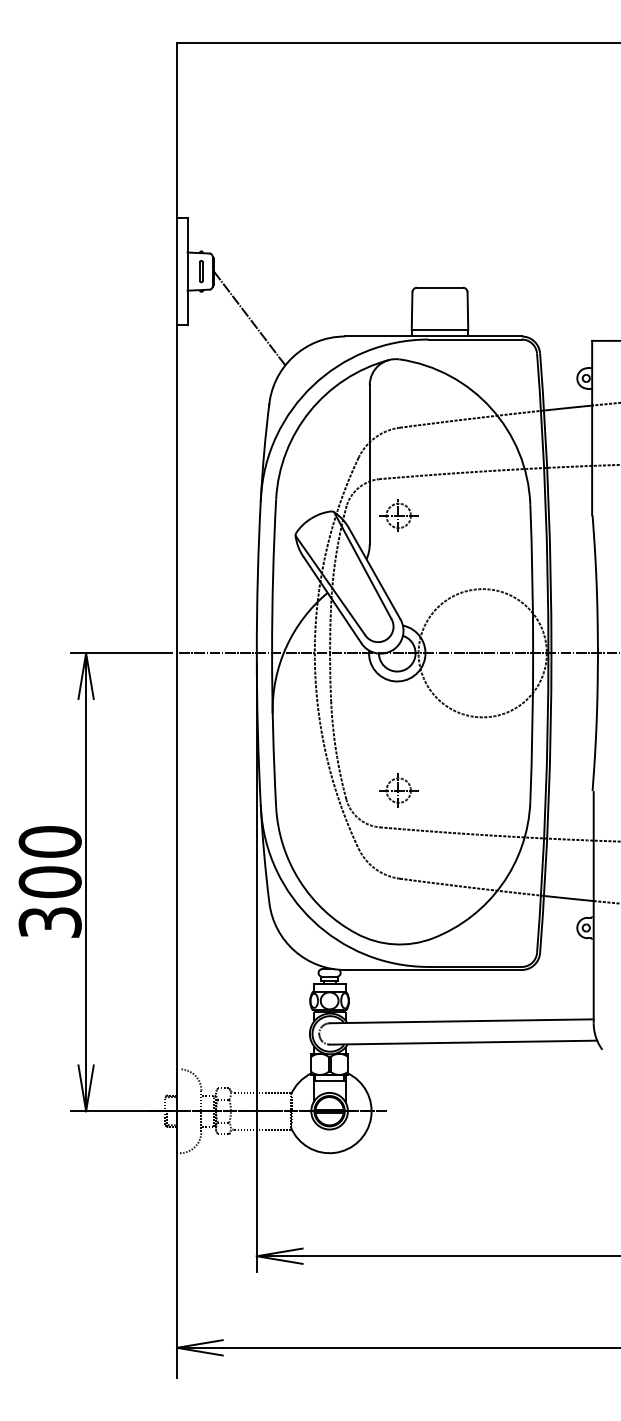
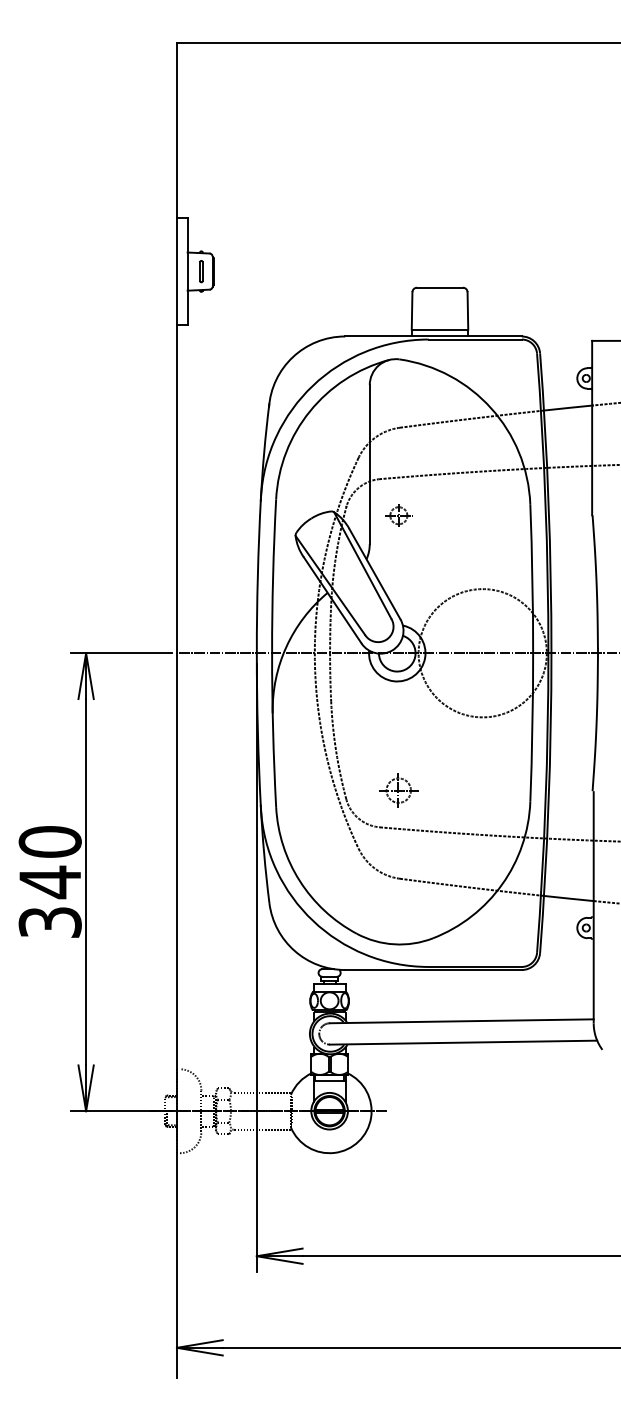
line at (249, 318): present -> none
part at (398, 515) size: 40x33 px -> 28x23 px
text at (49, 882): 300 -> 340
